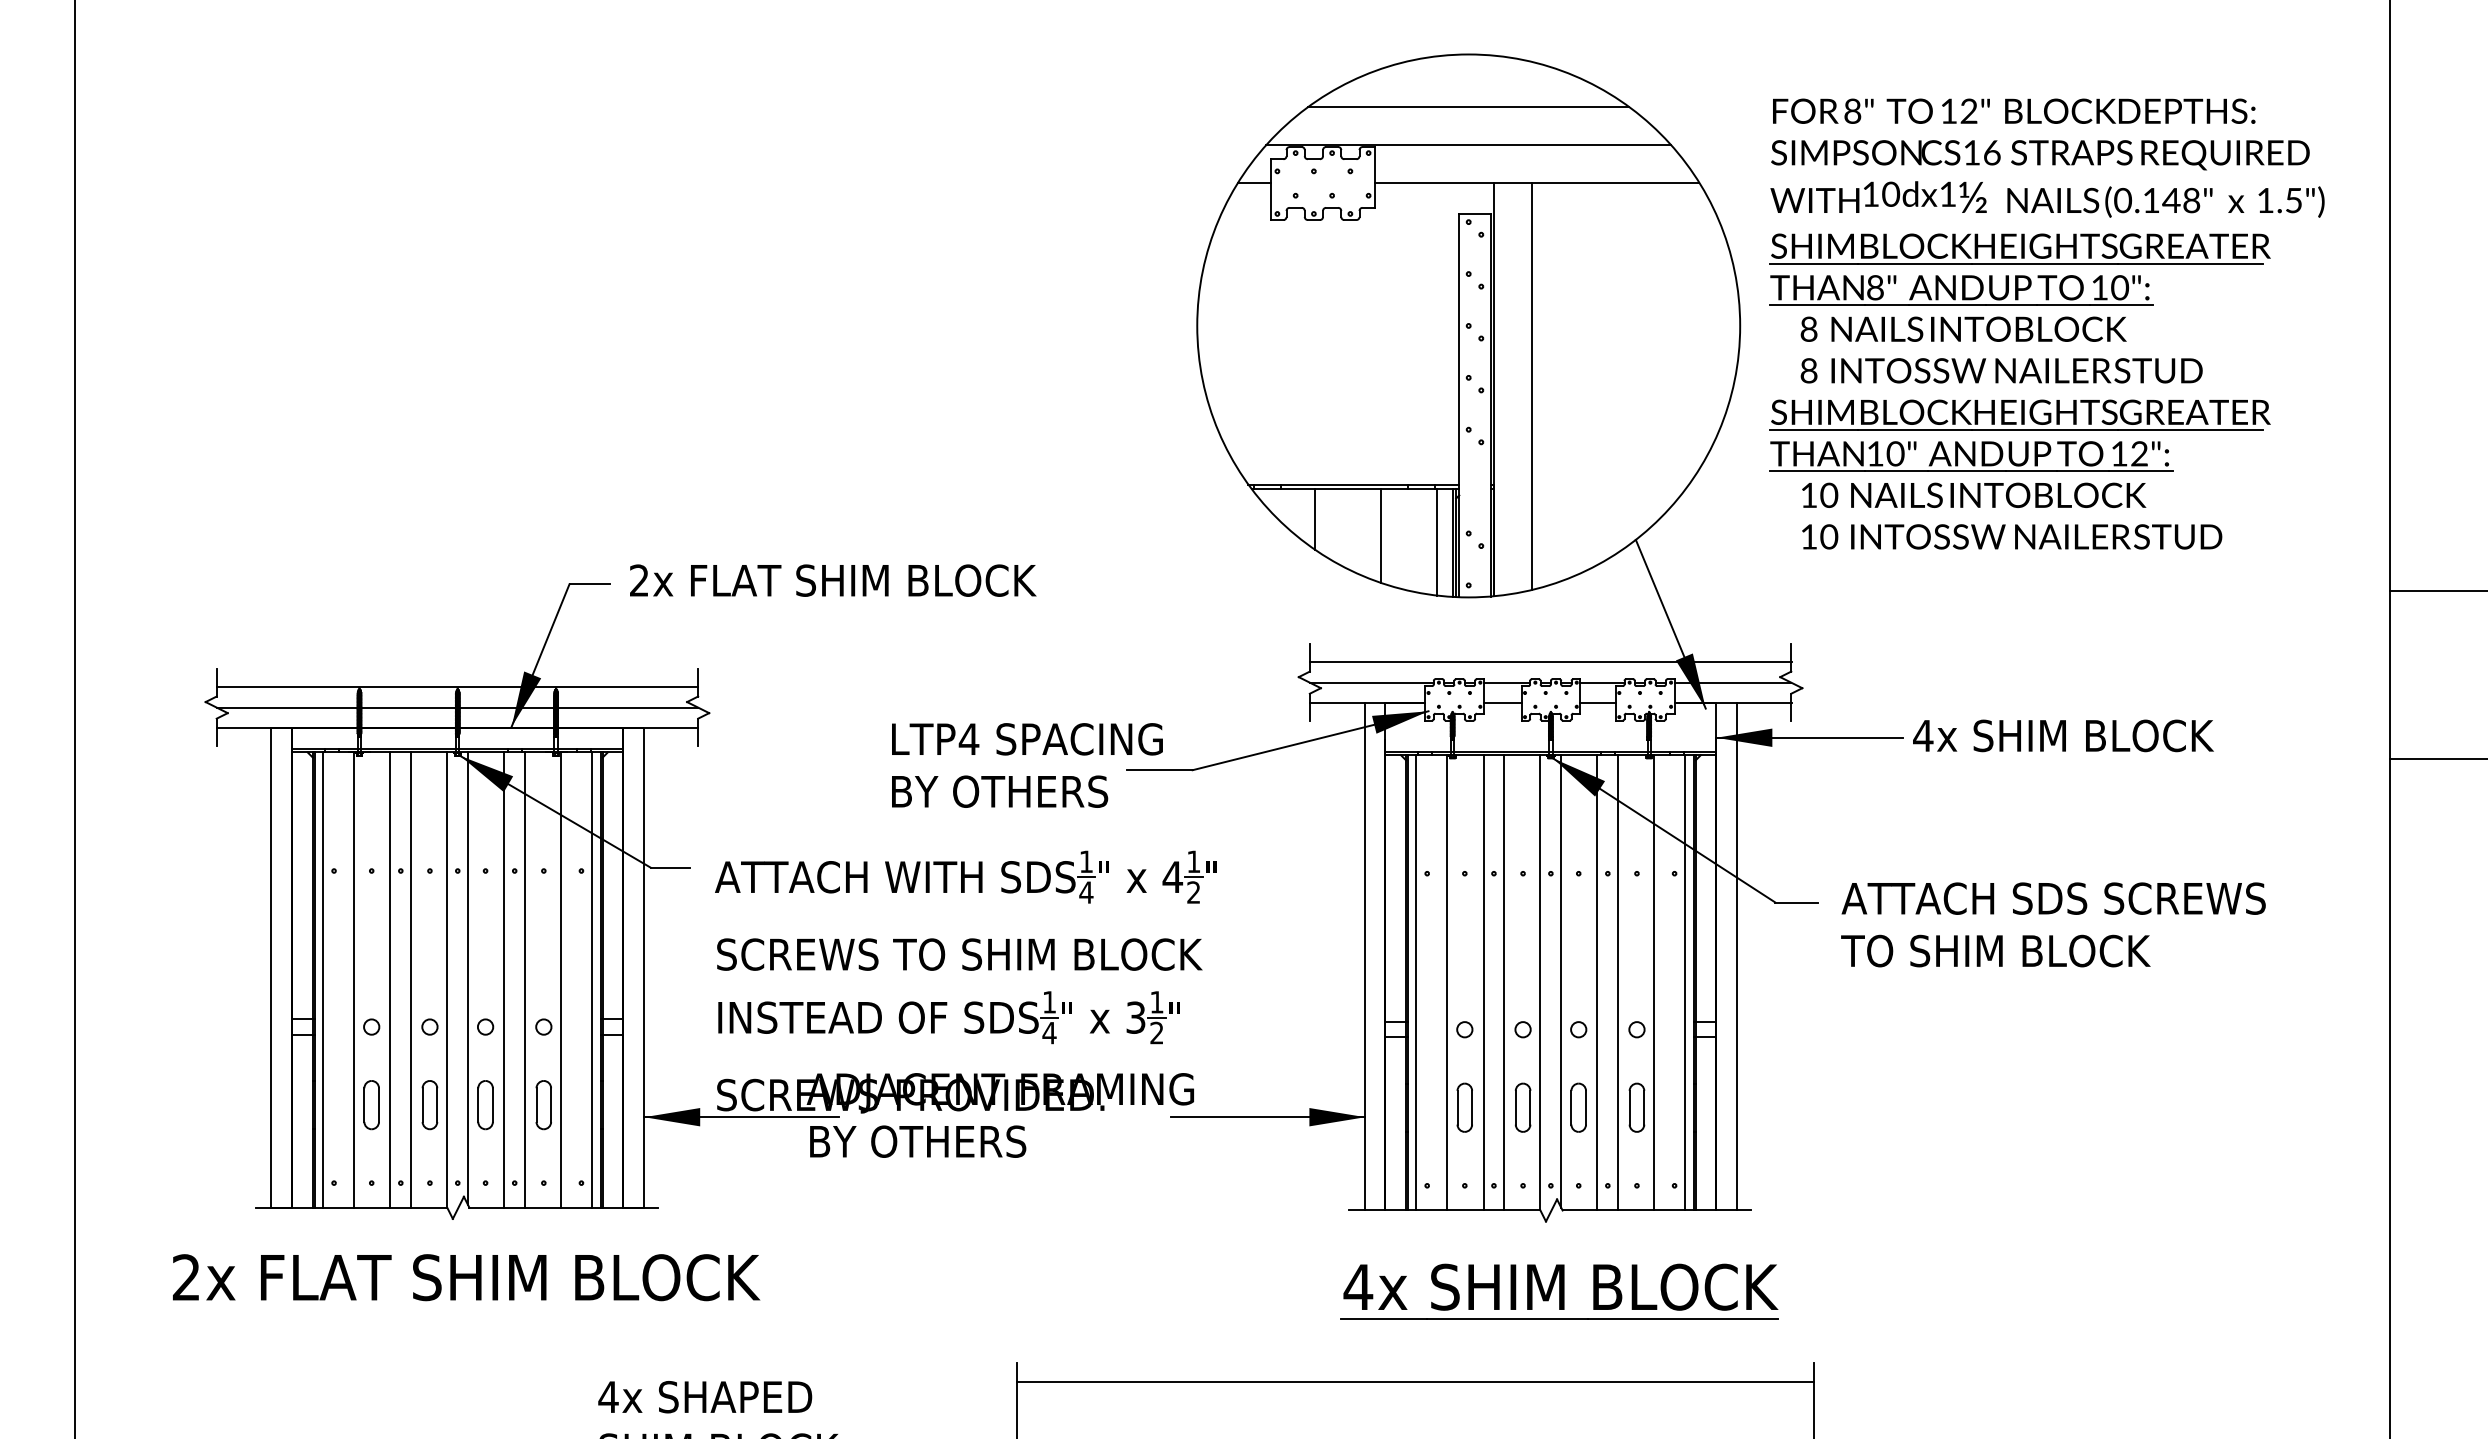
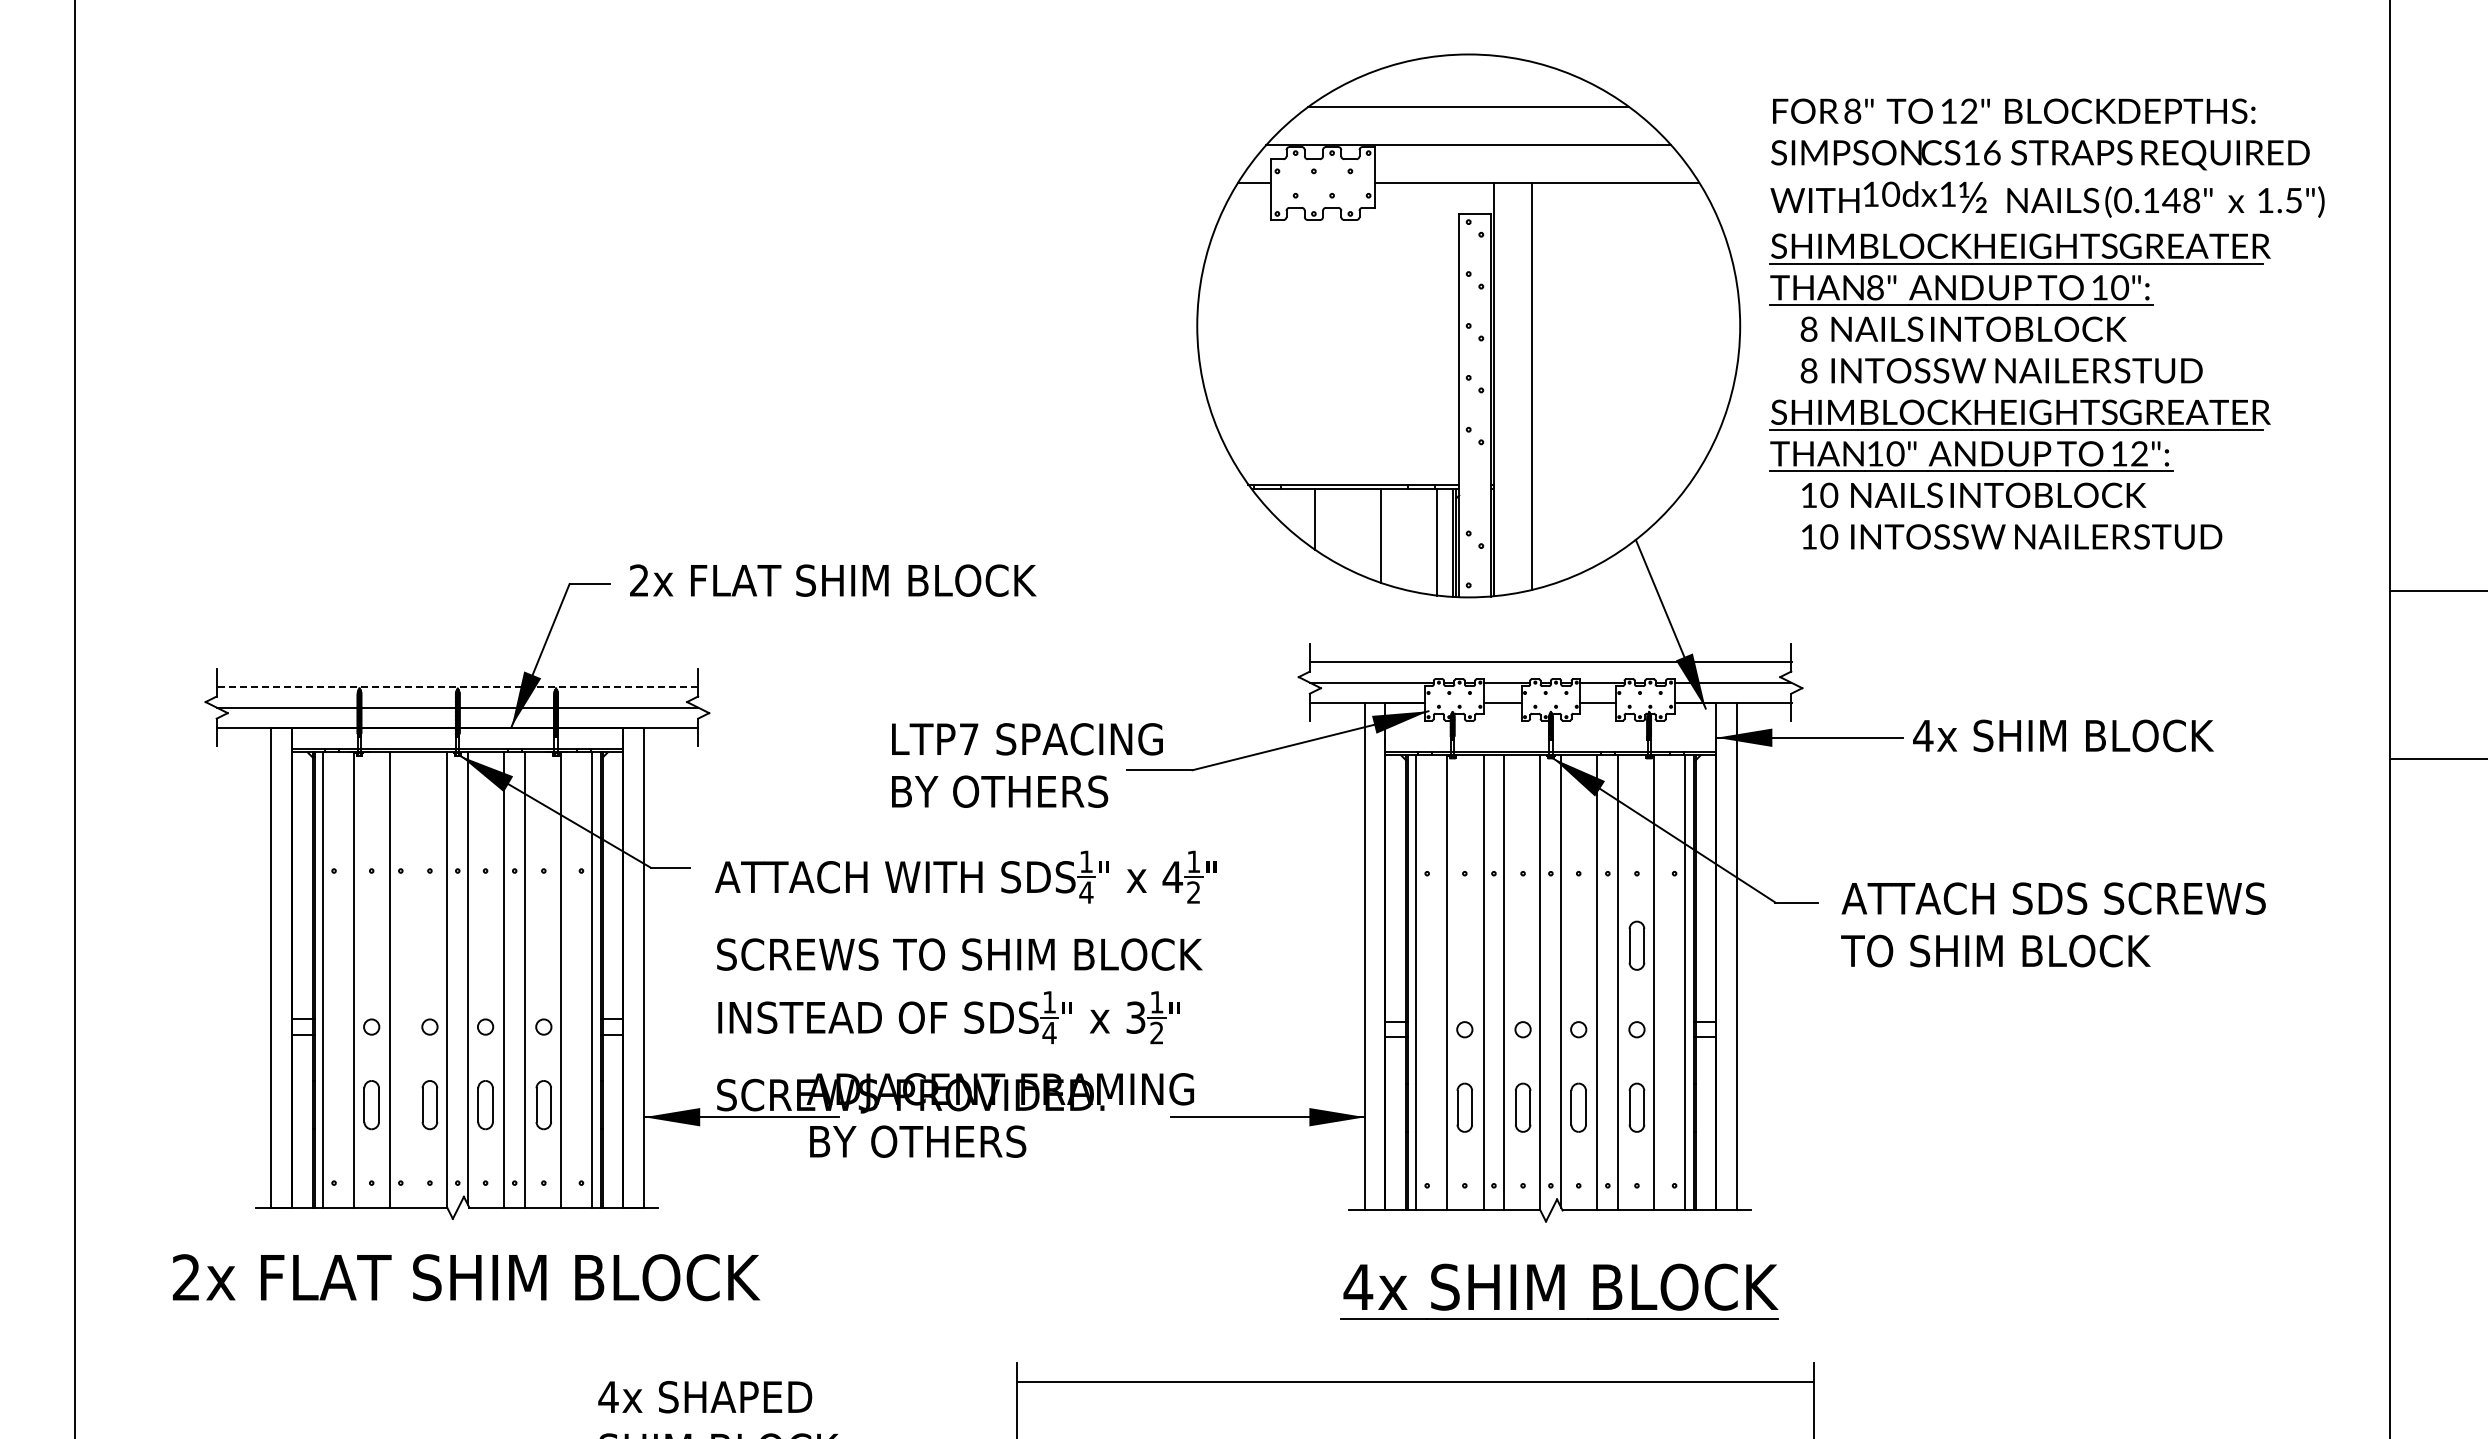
line at (457, 686): solid -> dashed
text at (968, 738): LTP4 -> LTP7
part at (1636, 945): none -> present
line at (411, 979): present -> none
